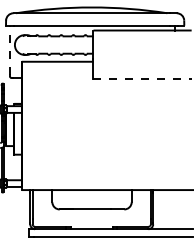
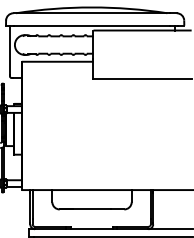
line at (9, 50): dashed -> solid
line at (143, 79): dashed -> solid
